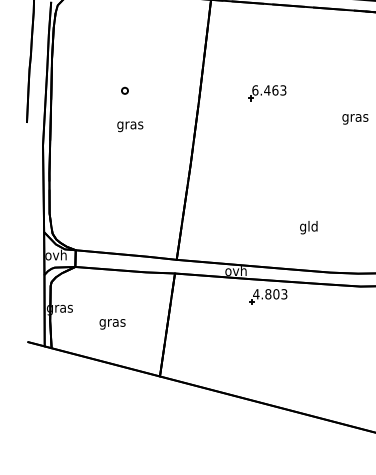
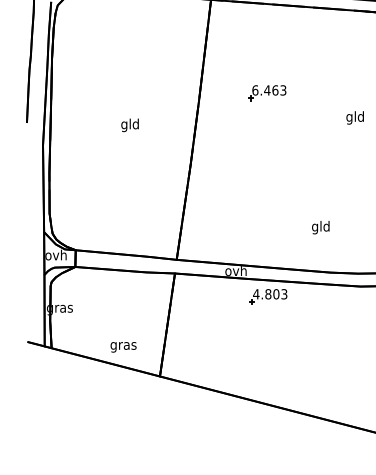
part at (124, 90): present -> none
text at (355, 117): gras -> gld
text at (130, 125): gras -> gld
text at (308, 227) position: (308, 227) -> (320, 227)
text at (112, 324) position: (112, 324) -> (123, 347)
